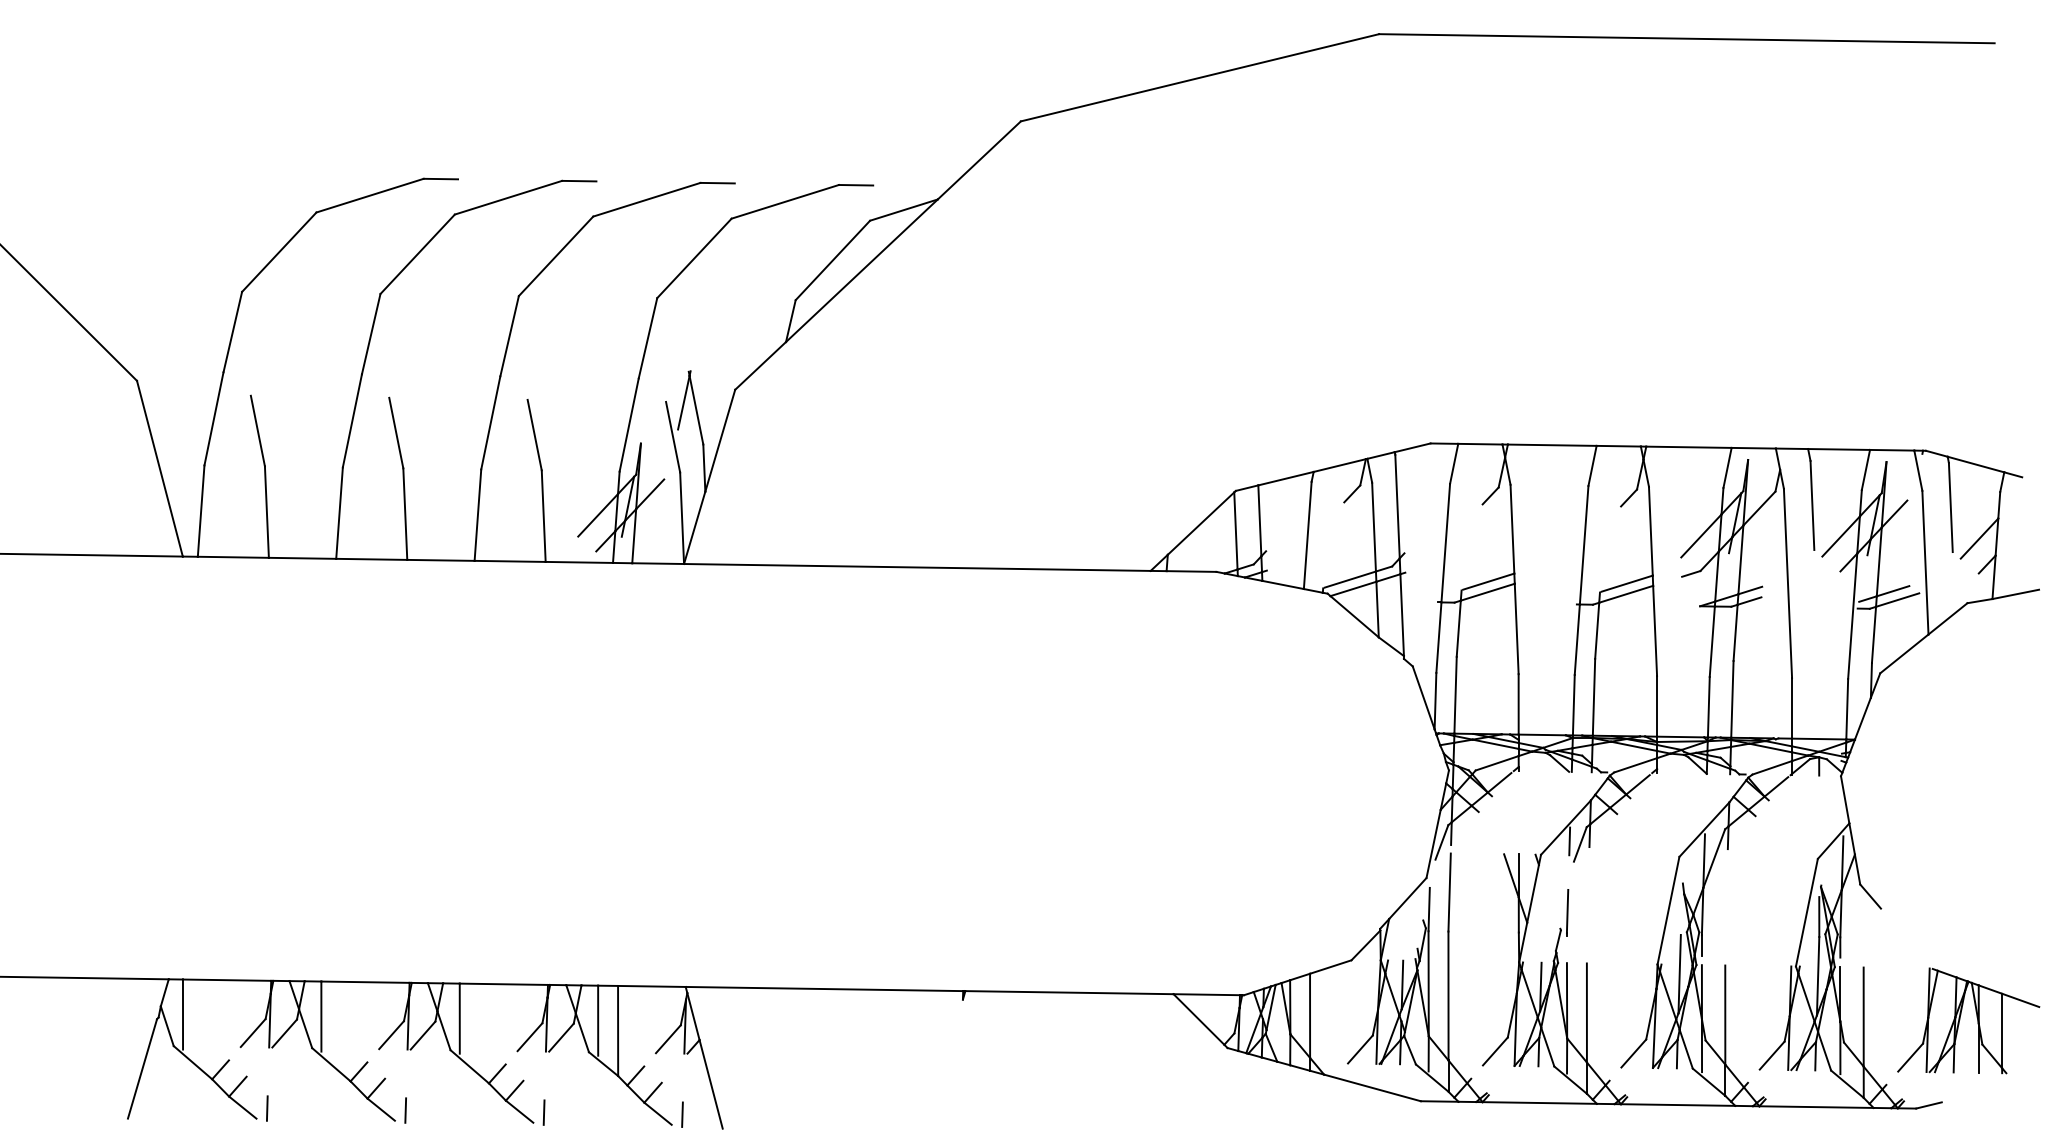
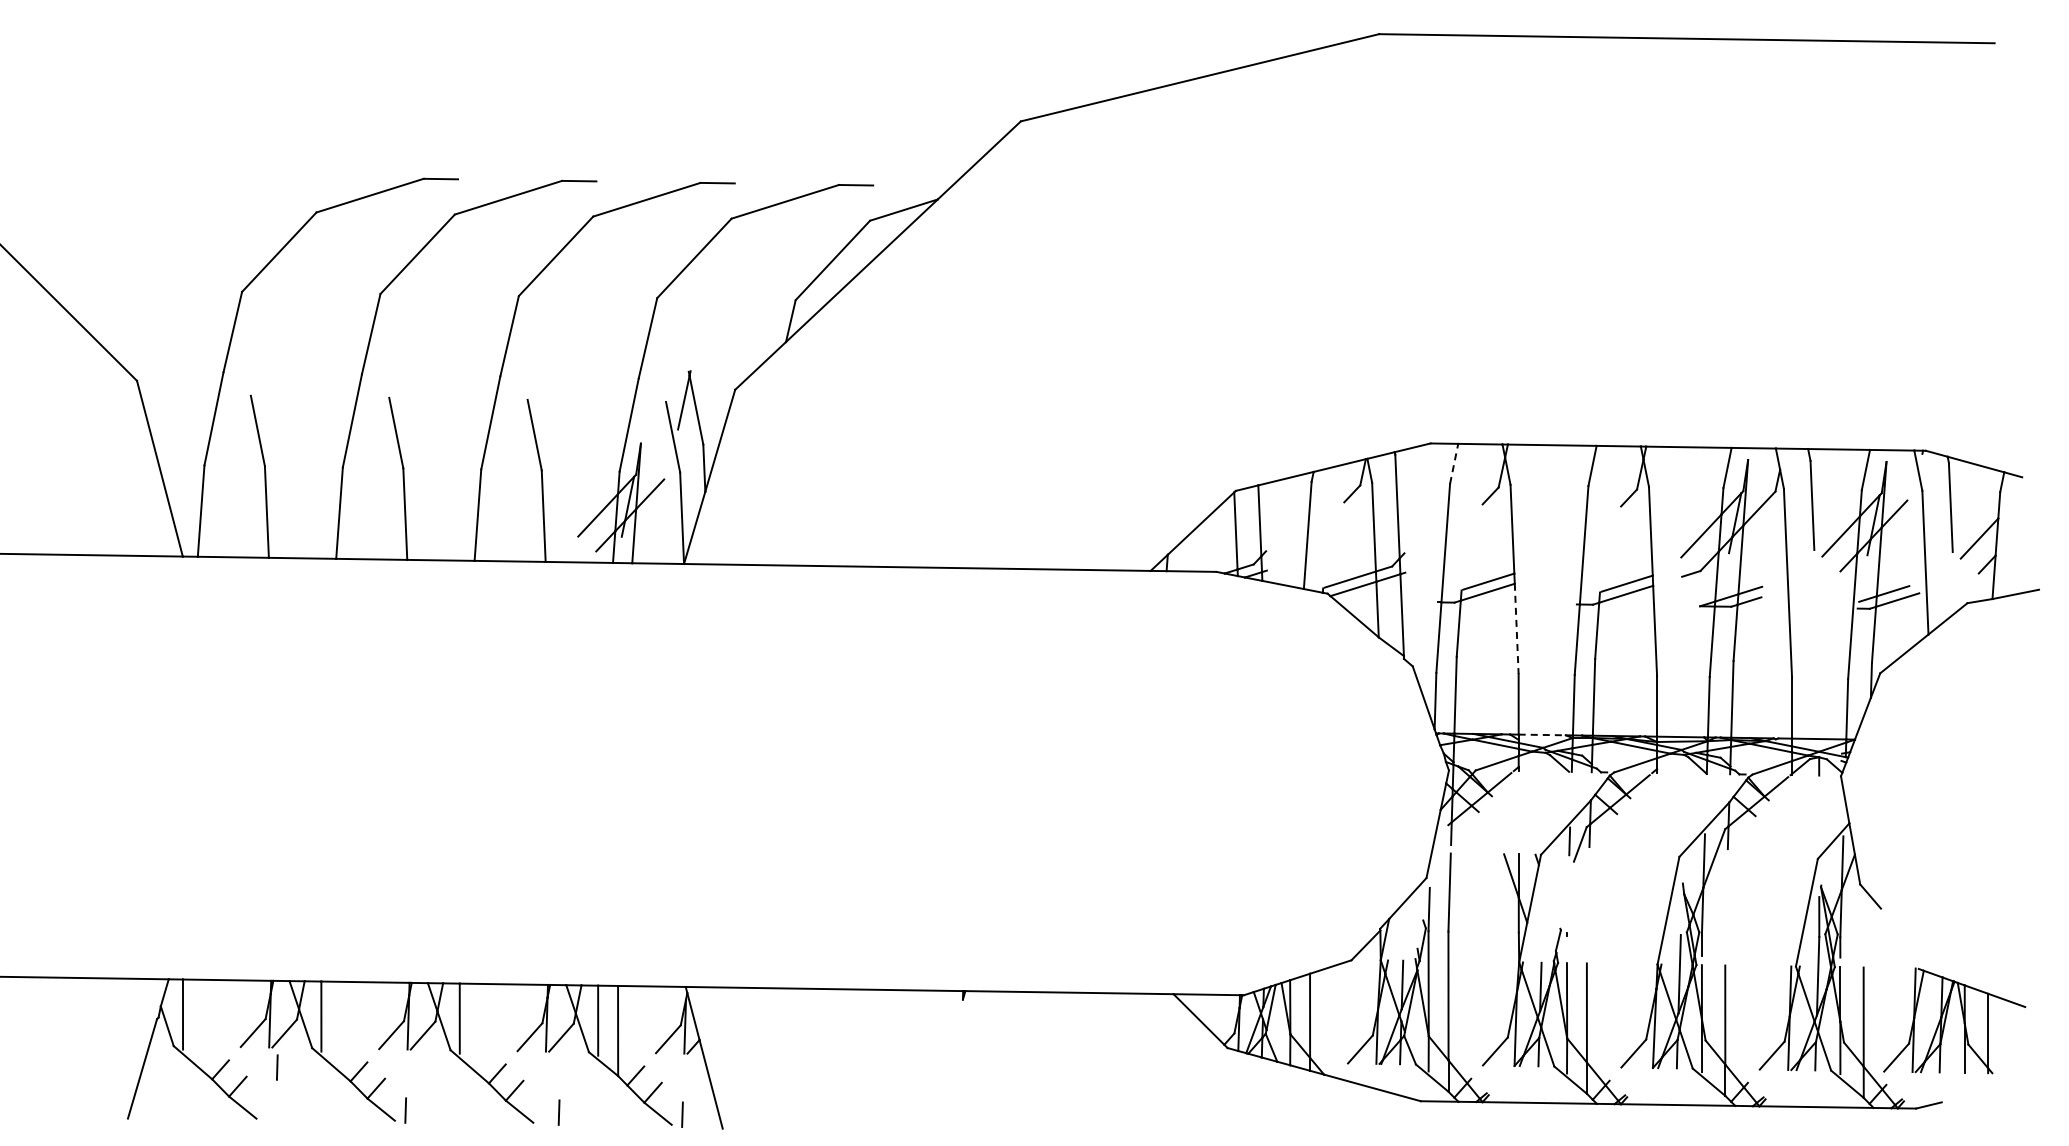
line at (1454, 463): solid -> dashed
line at (1516, 629): solid -> dashed
line at (1542, 734): solid -> dashed
line at (1441, 842): present -> none
line at (1567, 911): present -> none
part at (1960, 1020) position: (1960, 1020) -> (1946, 1020)
line at (267, 1108) position: (267, 1108) -> (277, 1067)
line at (543, 1112) position: (543, 1112) -> (558, 1112)
